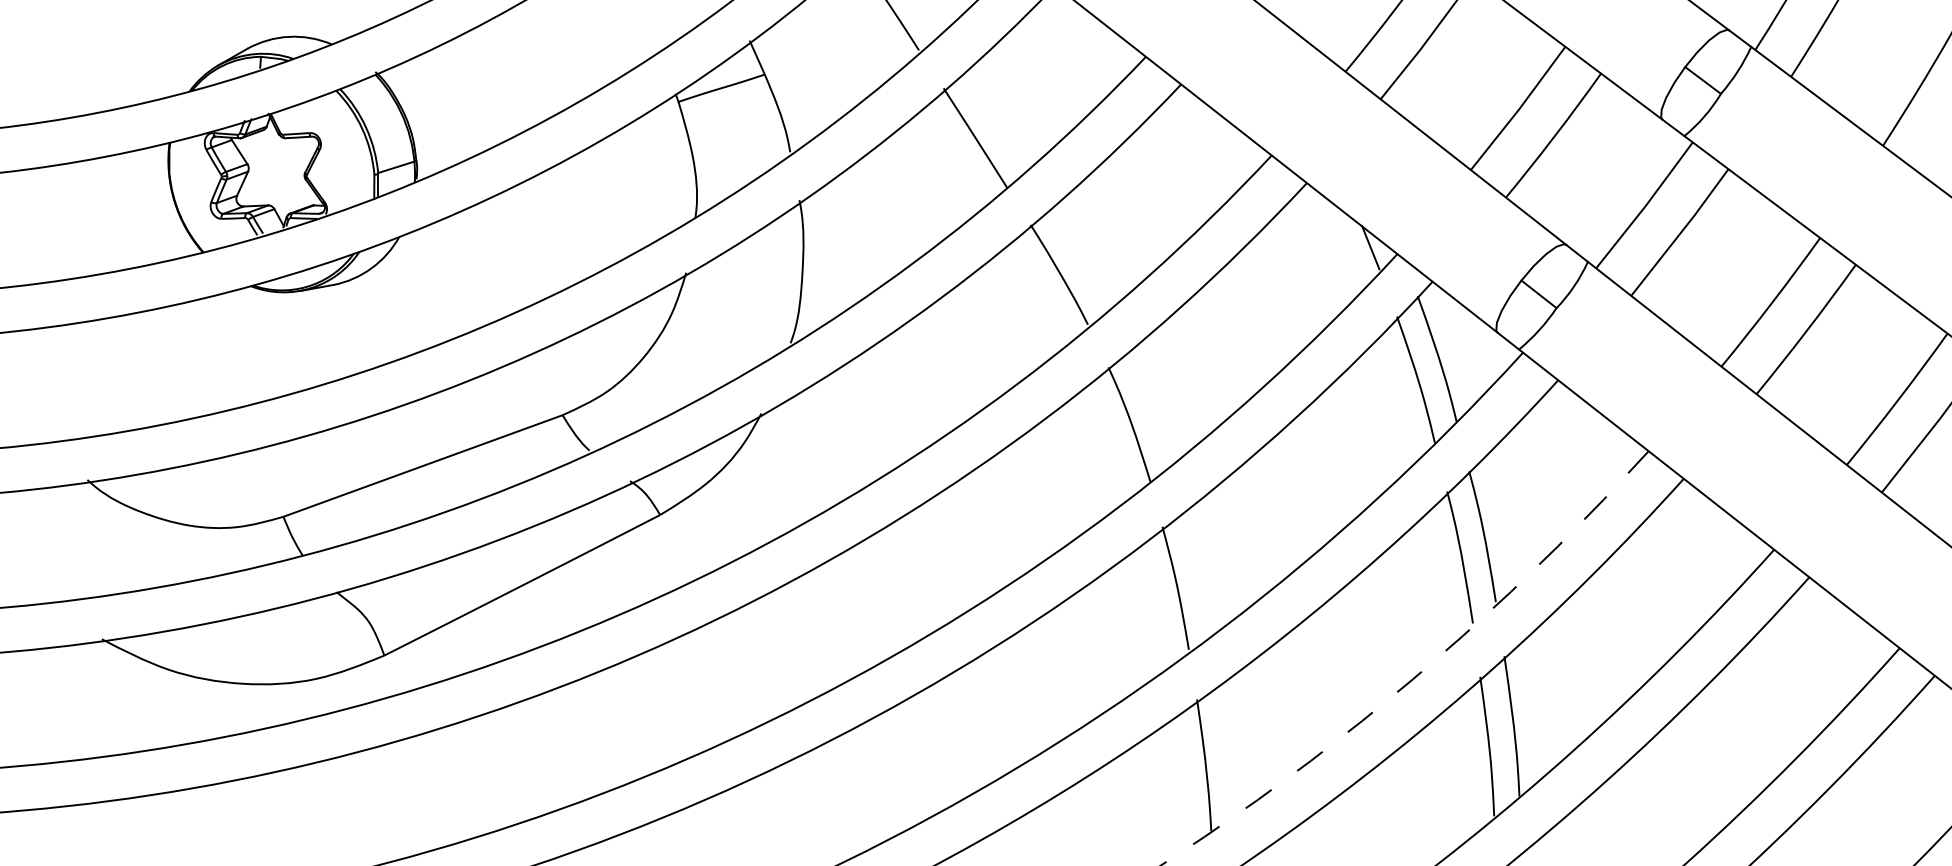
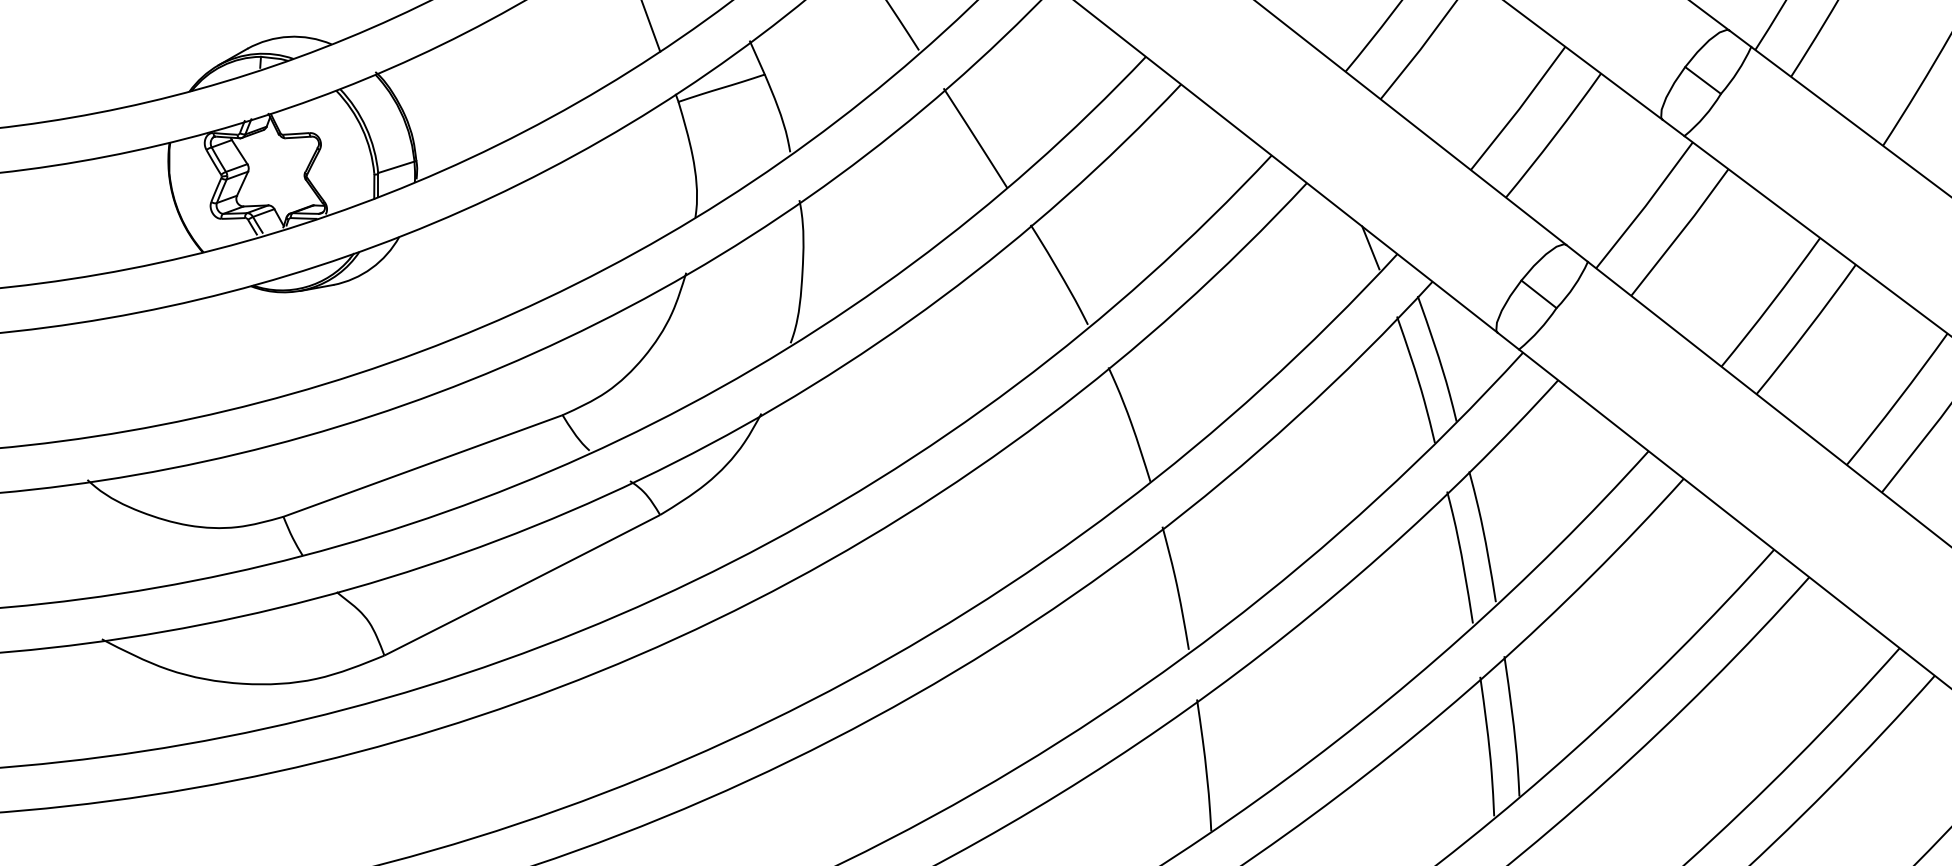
line at (651, 26): none -> present
arc at (1417, 675): dashed -> solid
